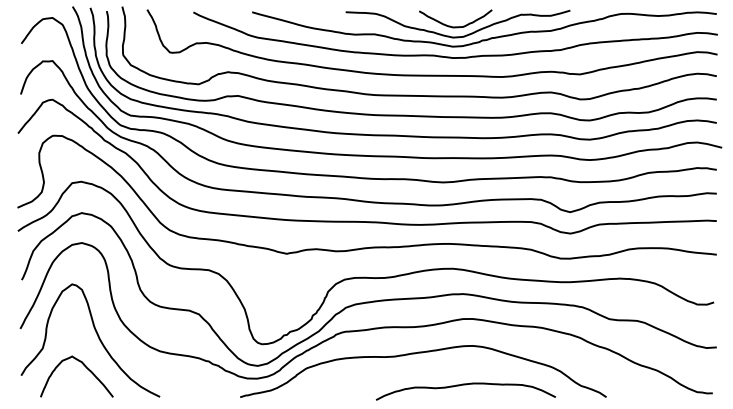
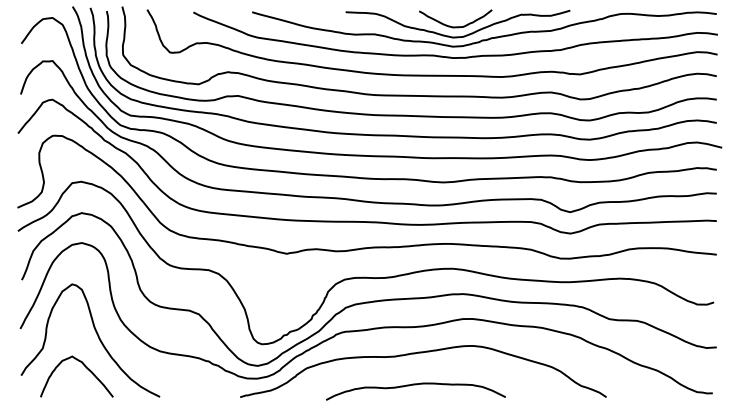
curve at (465, 385) position: (465, 385) -> (415, 385)
